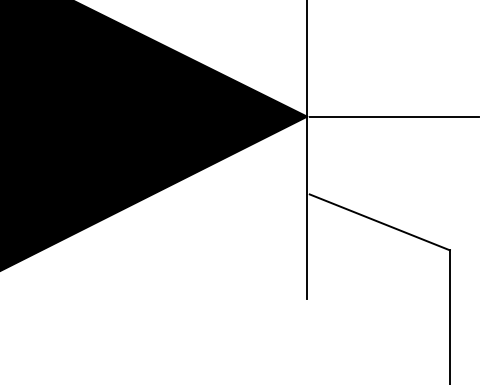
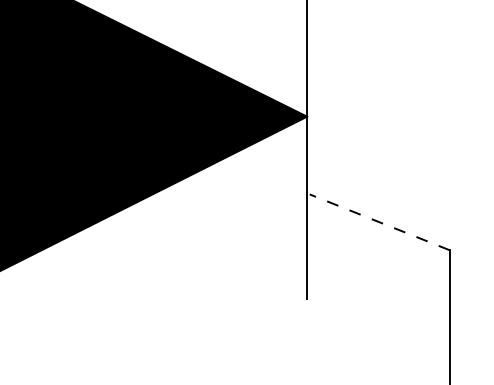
line at (394, 116): present -> none
line at (379, 222): solid -> dashed
